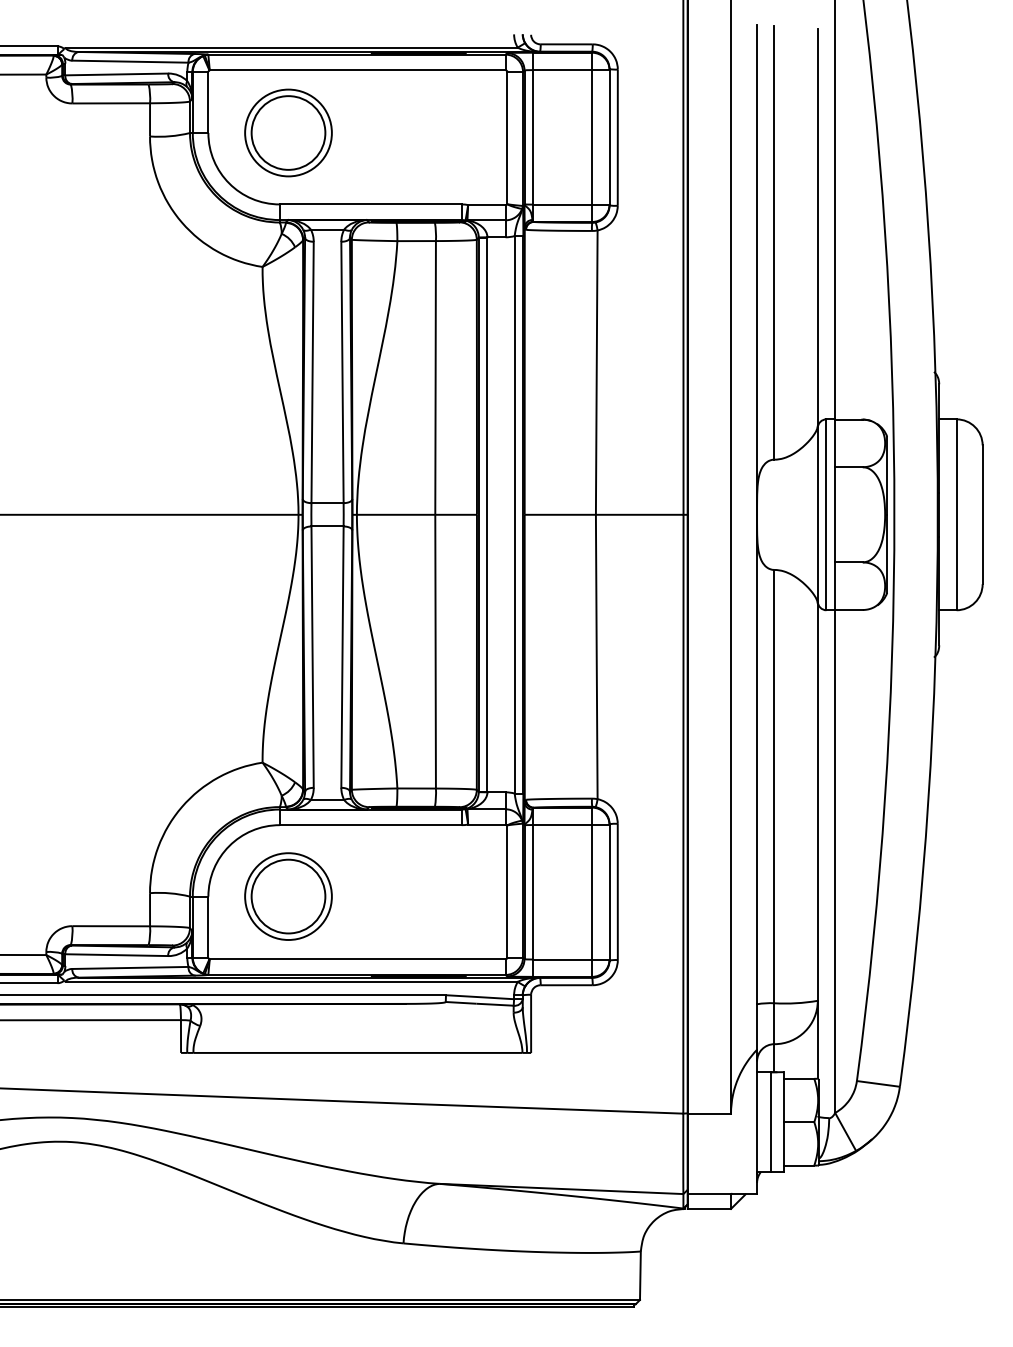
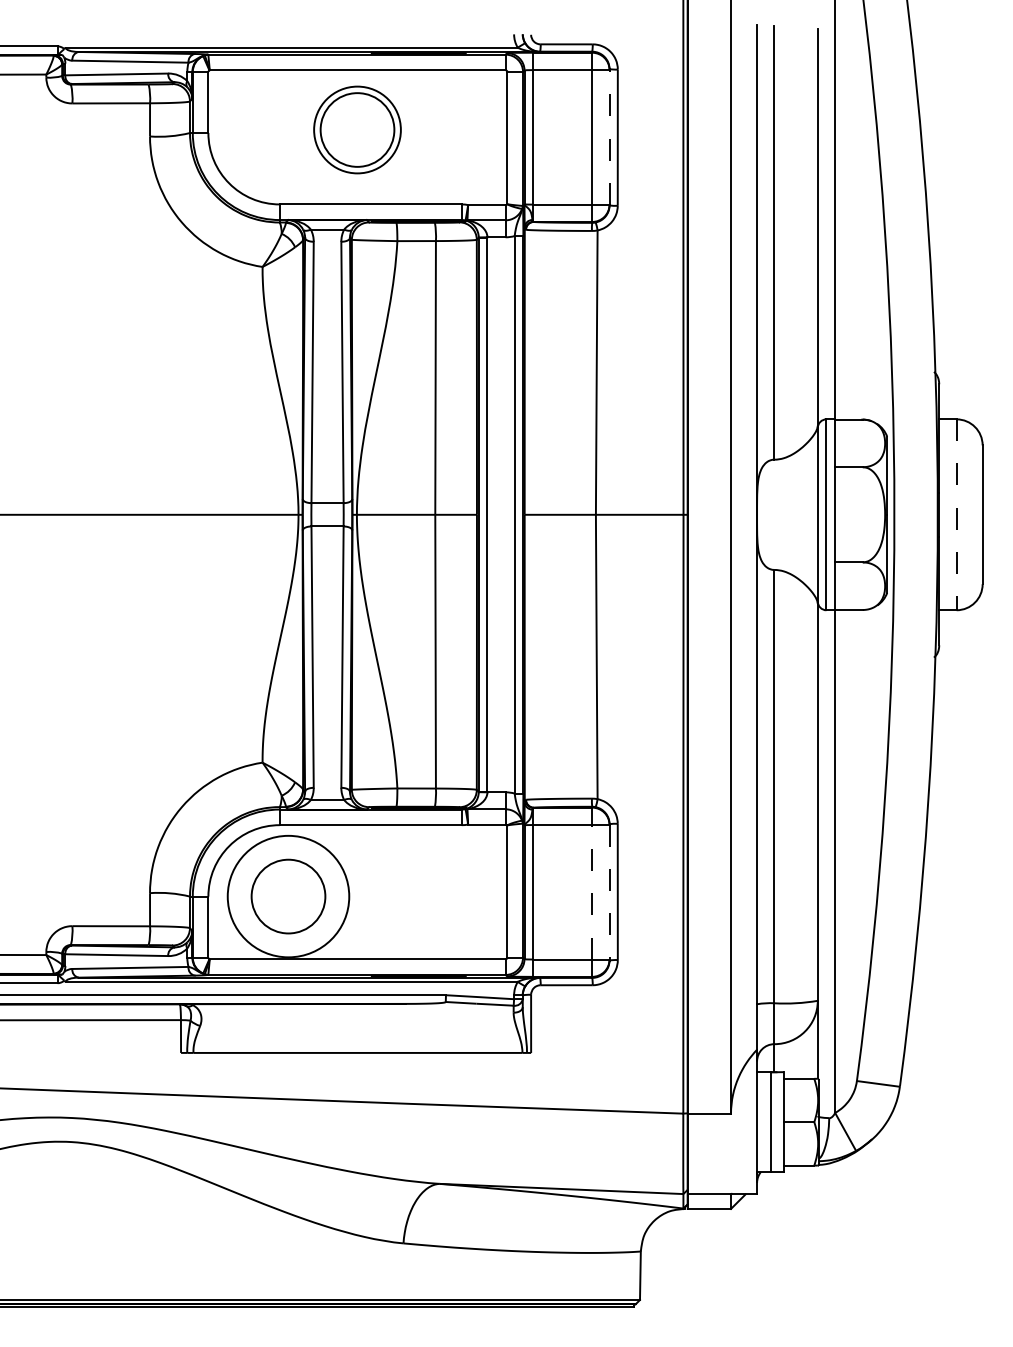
part at (288, 132) position: (288, 132) -> (357, 129)
line at (609, 136): solid -> dashed
line at (956, 515): solid -> dashed
line at (592, 891): solid -> dashed
line at (609, 892): solid -> dashed
circle at (288, 896) diameter: 87 px -> 122 px
